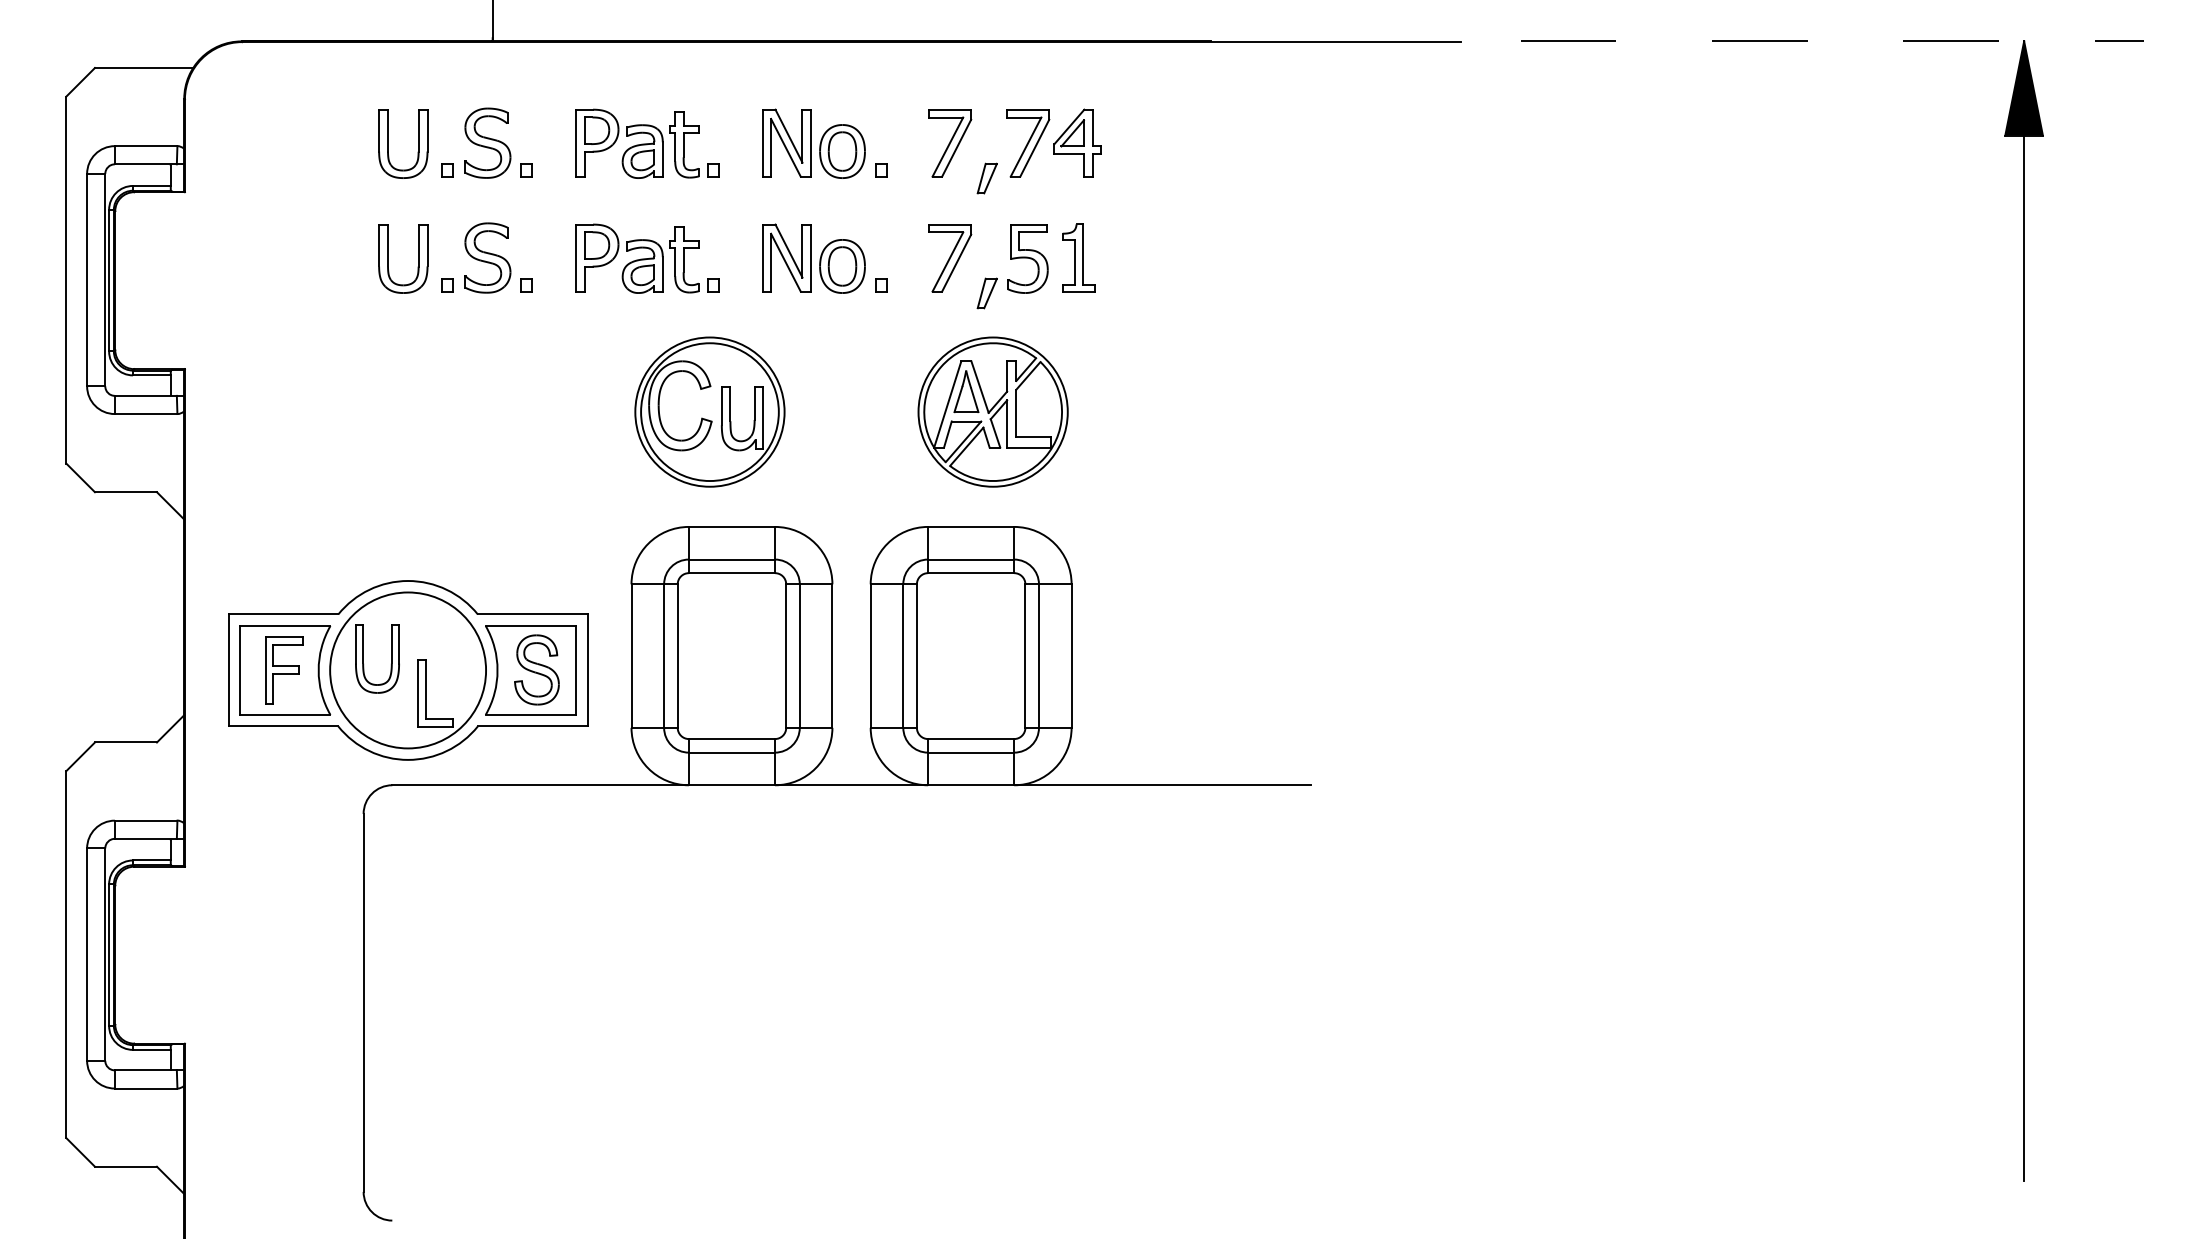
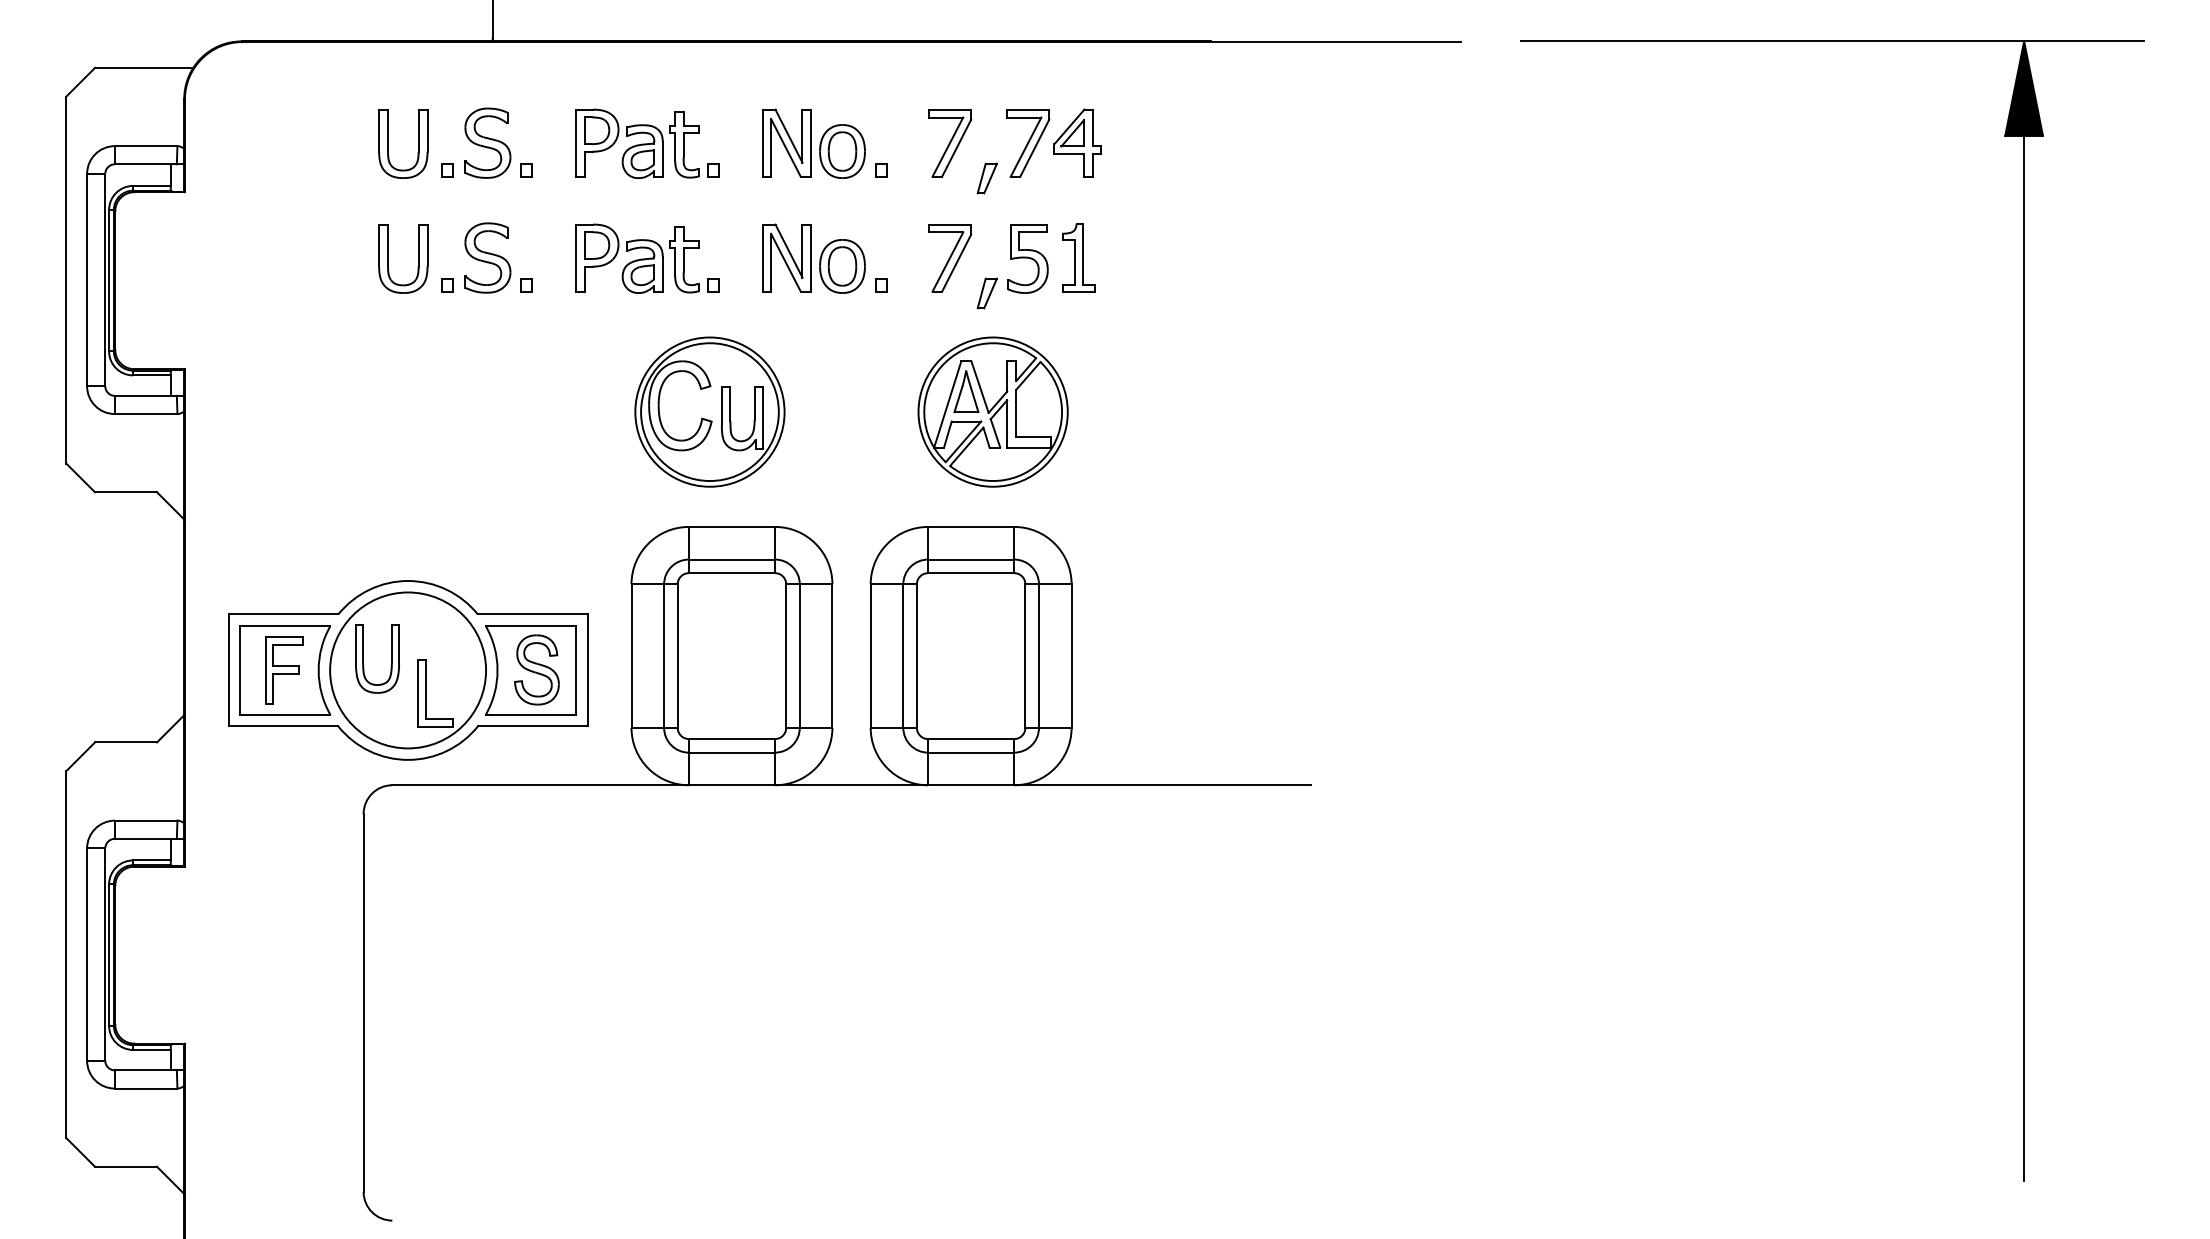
line at (1832, 41): dashed -> solid
